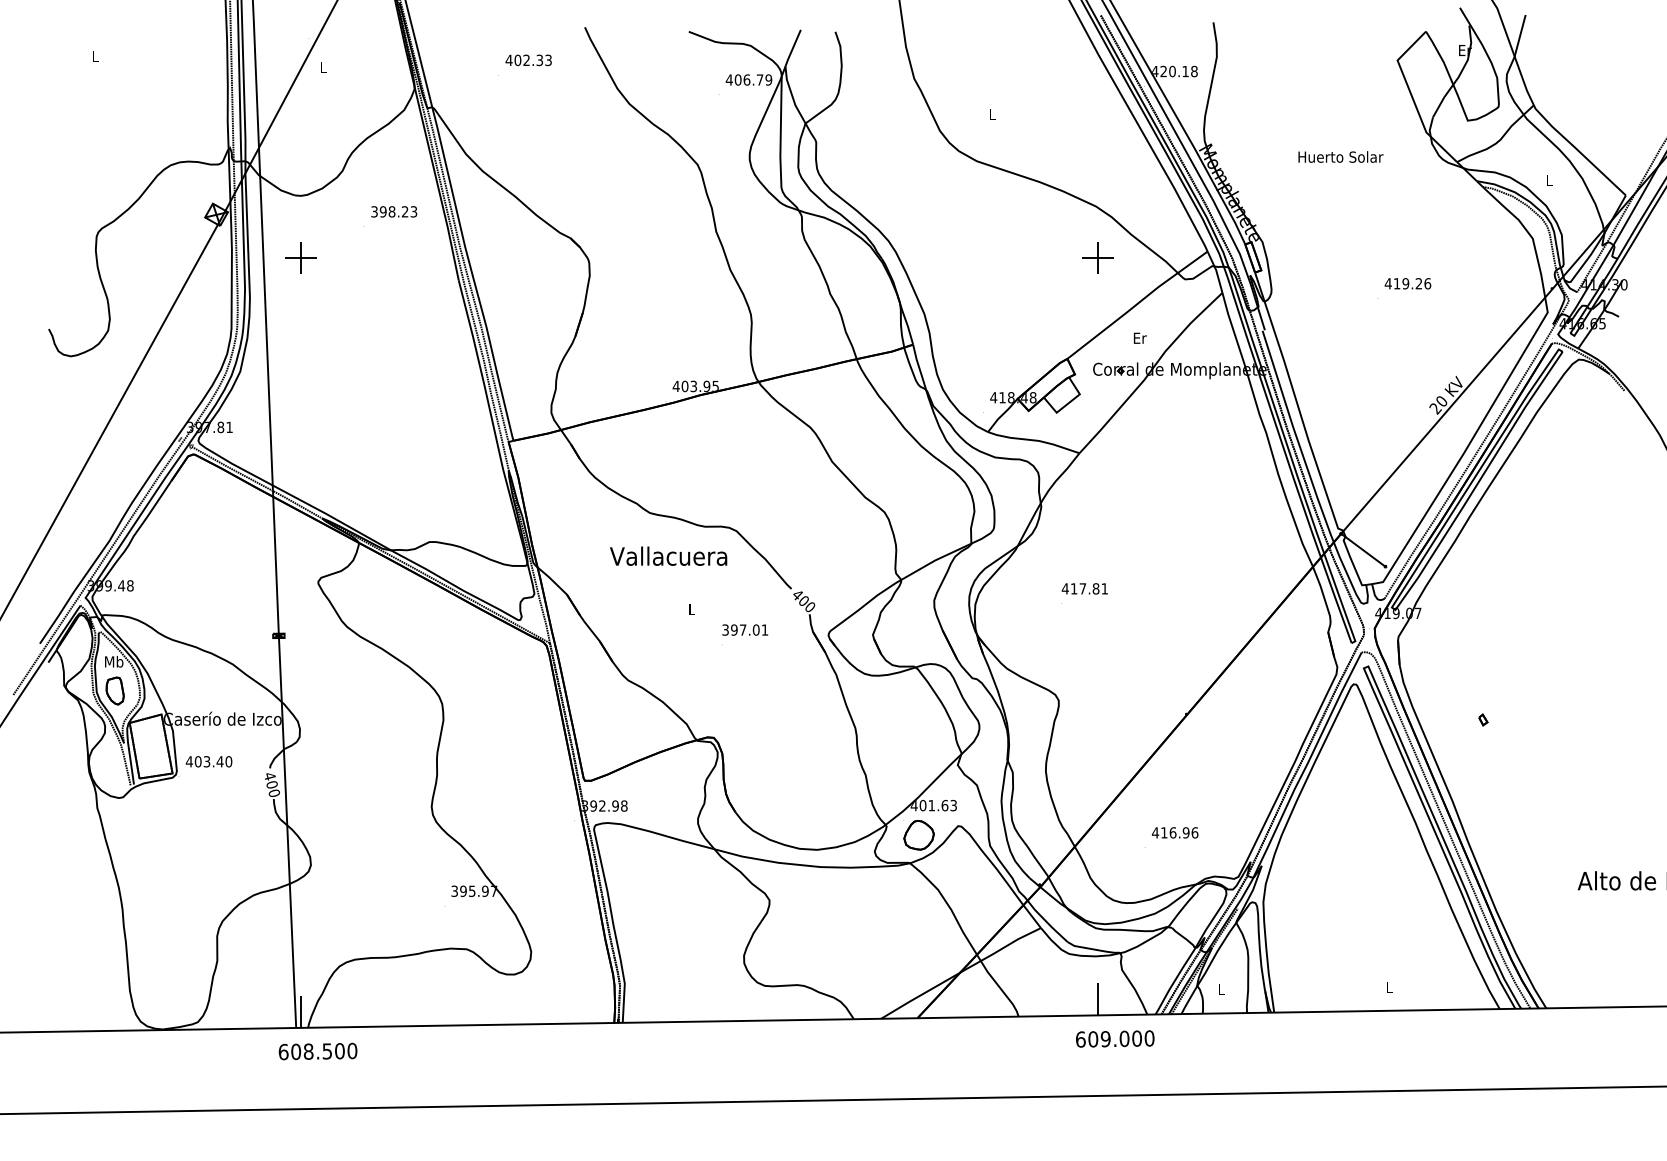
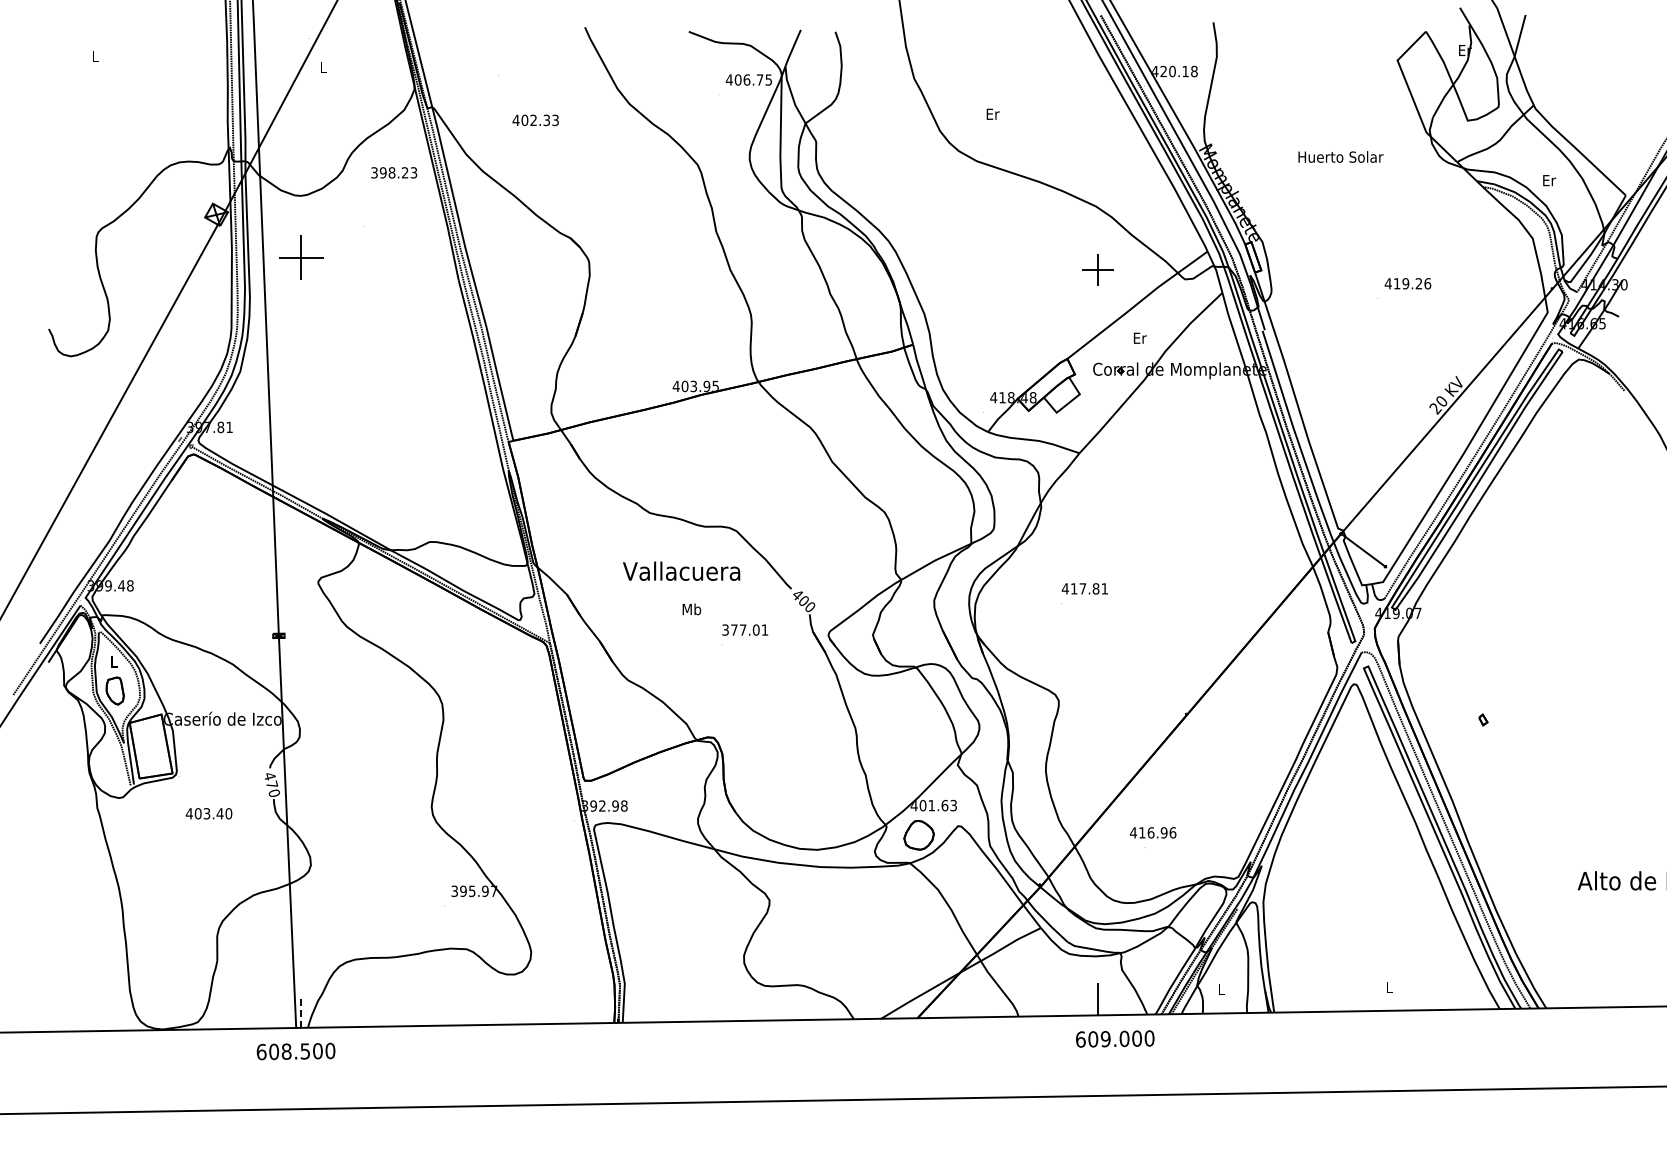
text at (528, 60) position: (528, 60) -> (535, 120)
text at (768, 79): 406.79 -> 406.75
text at (992, 113): L -> Er
text at (1549, 180): L -> Er
text at (394, 211) position: (394, 211) -> (394, 172)
part at (300, 257) size: 32x32 px -> 45x45 px
part at (1097, 257) position: (1097, 257) -> (1097, 269)
text at (668, 555) position: (668, 555) -> (681, 570)
text at (691, 609): L -> Mb
text at (734, 629): 397.01 -> 377.01
text at (114, 661): Mb -> L
text at (208, 761) position: (208, 761) -> (208, 813)
text at (272, 784): 400 -> 470
text at (1175, 832) position: (1175, 832) -> (1153, 832)
line at (301, 1011): solid -> dashed
text at (317, 1051) position: (317, 1051) -> (295, 1051)
